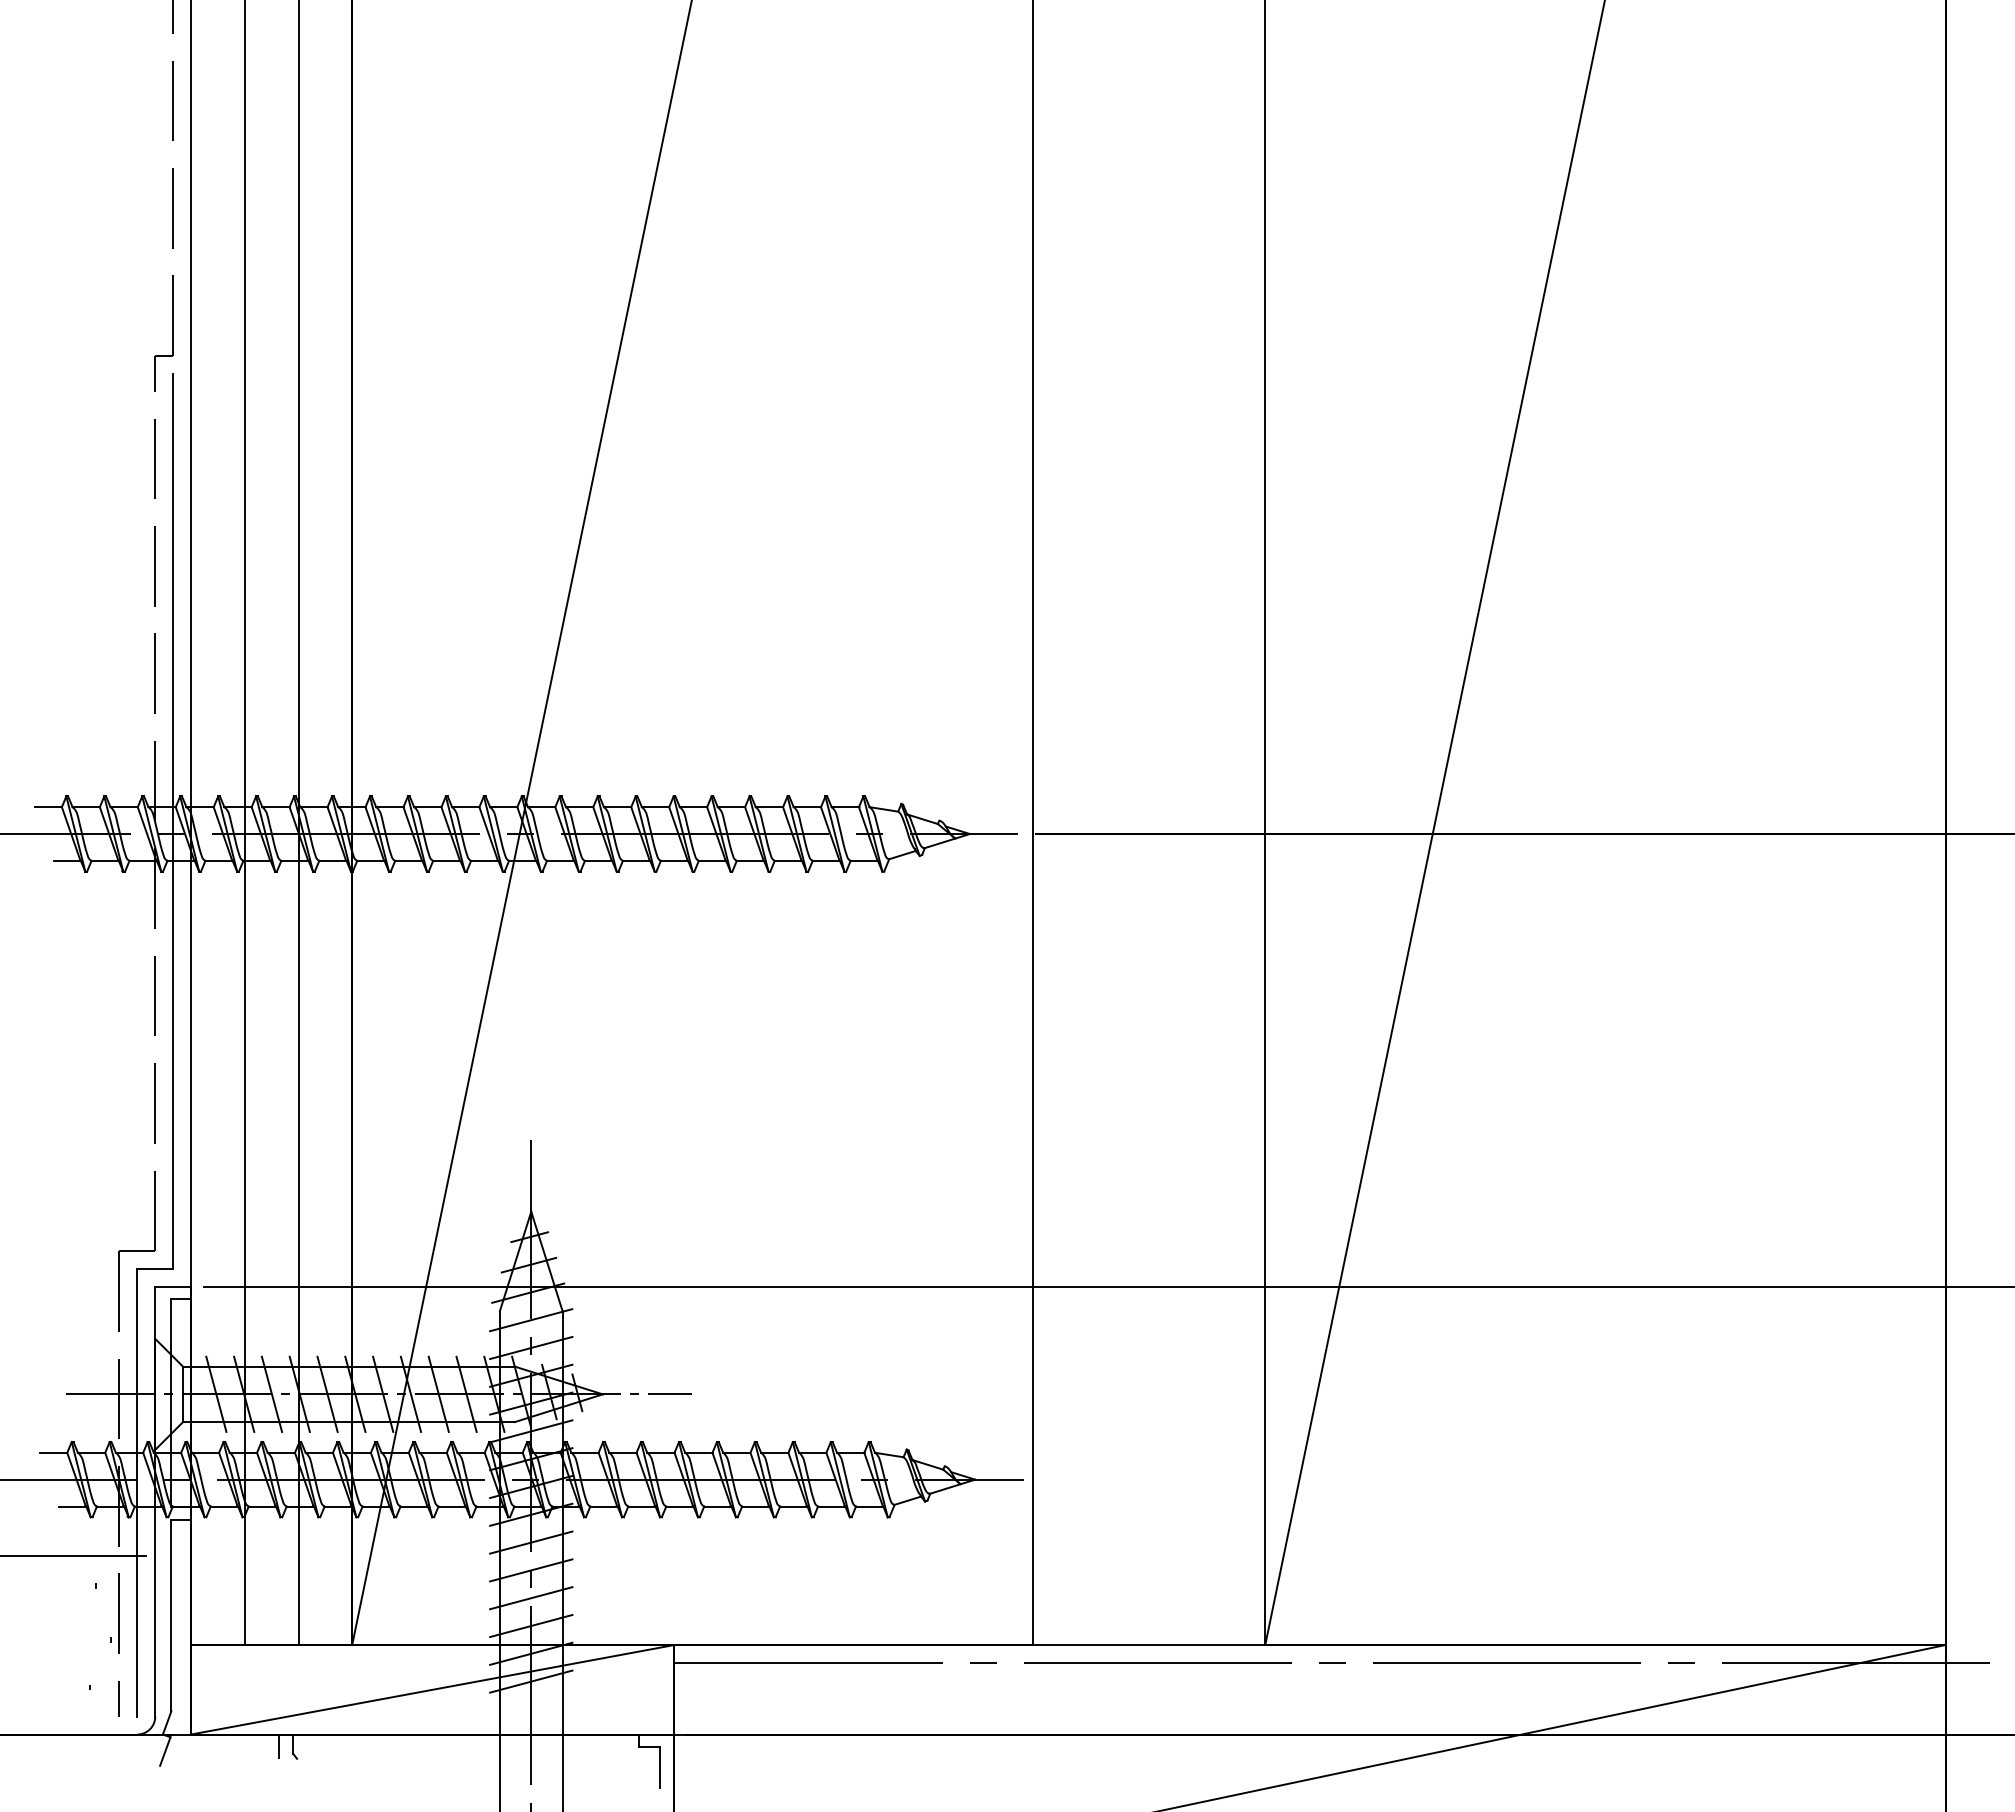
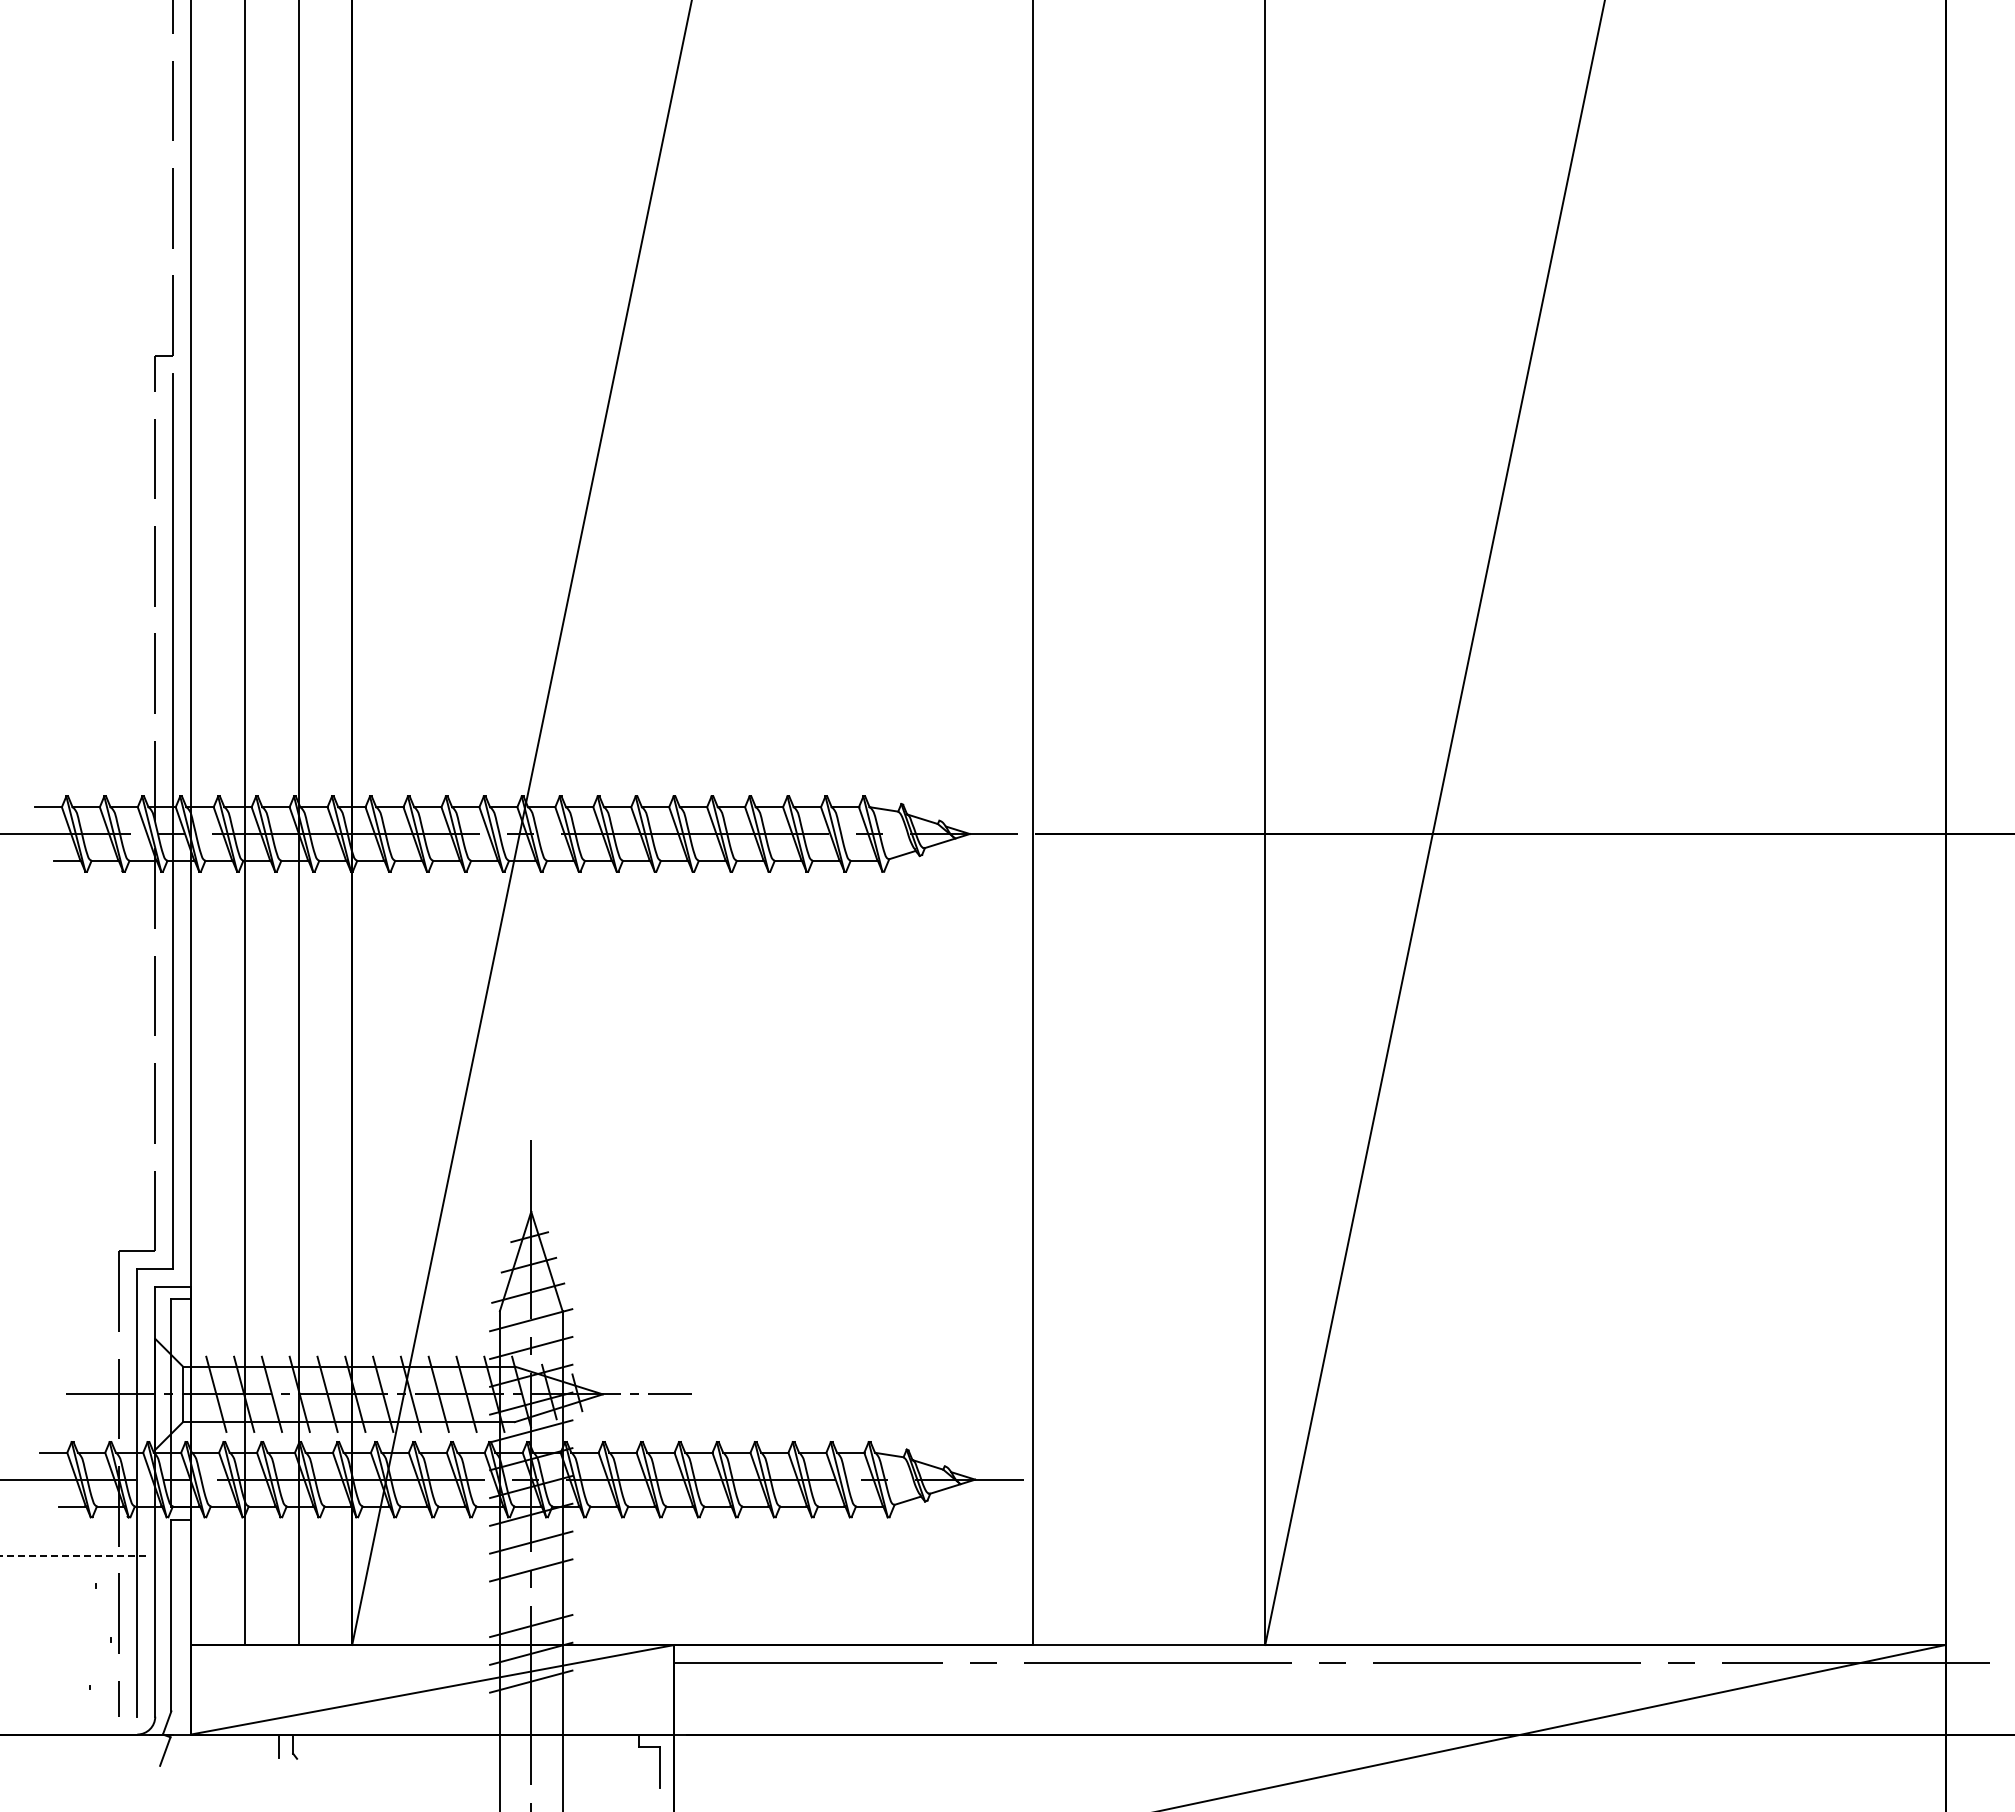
line at (1107, 1286): present -> none
line at (73, 1555): solid -> dashed
line at (531, 1598): present -> none
